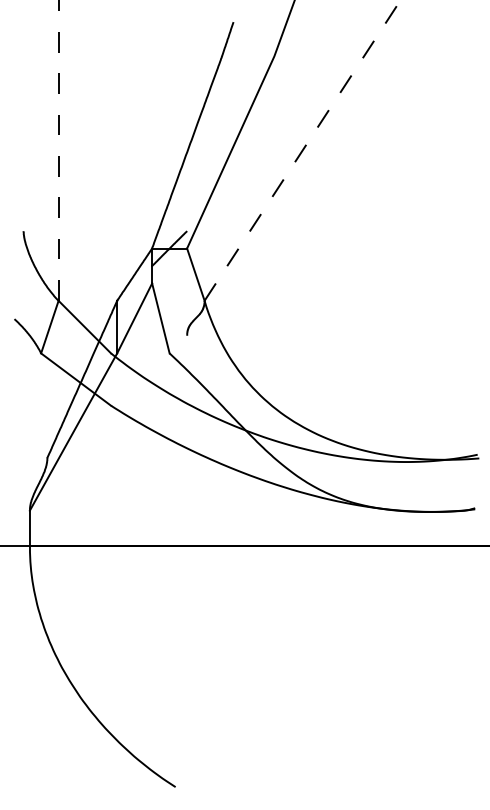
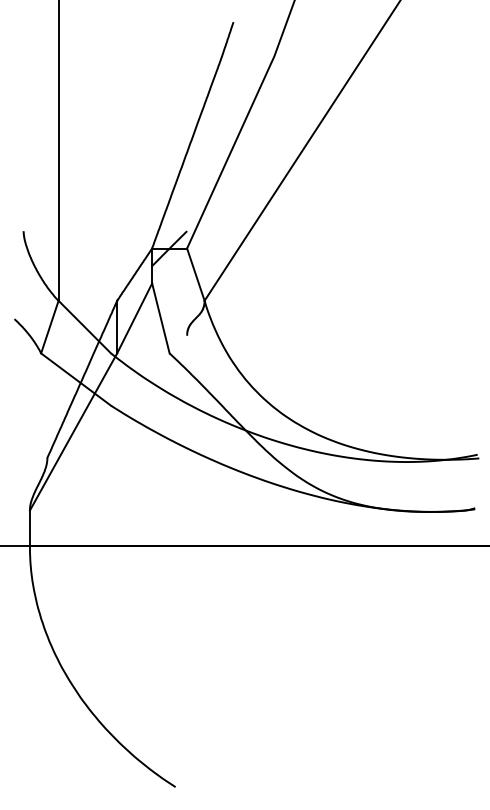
line at (58, 149): dashed -> solid
line at (302, 150): dashed -> solid
